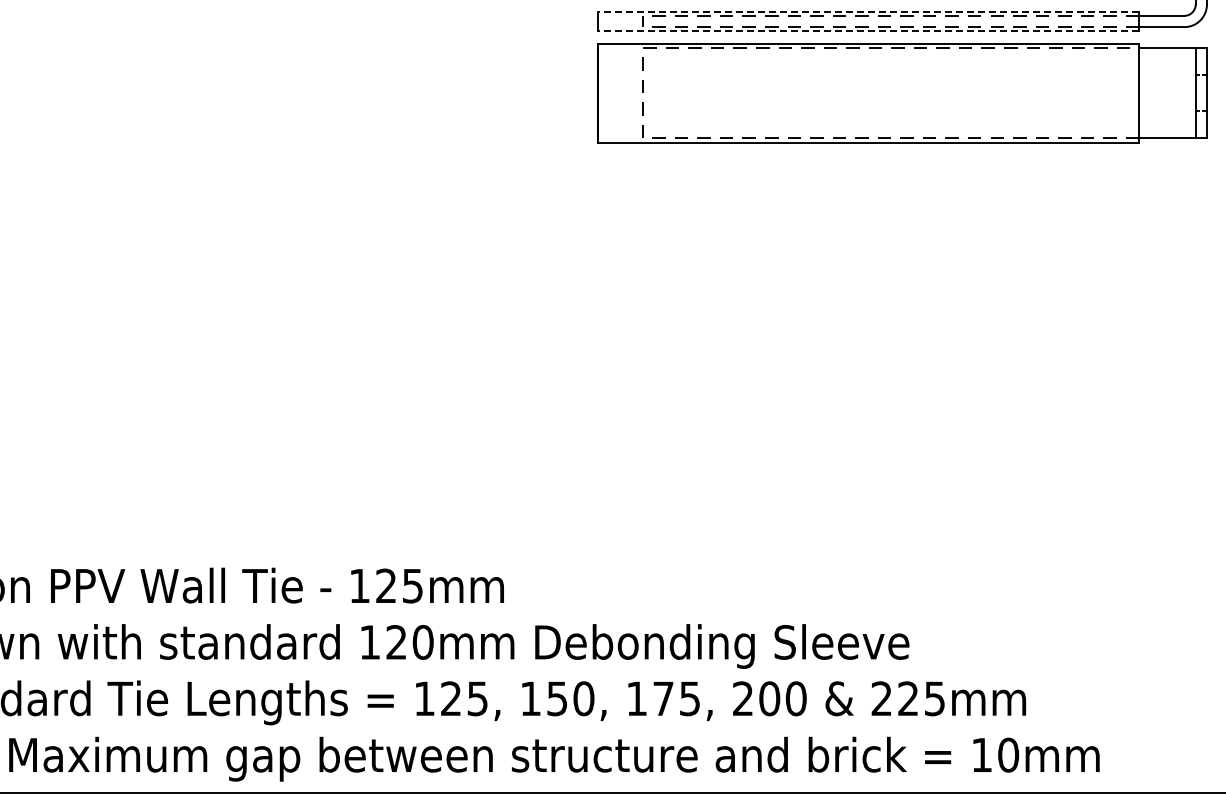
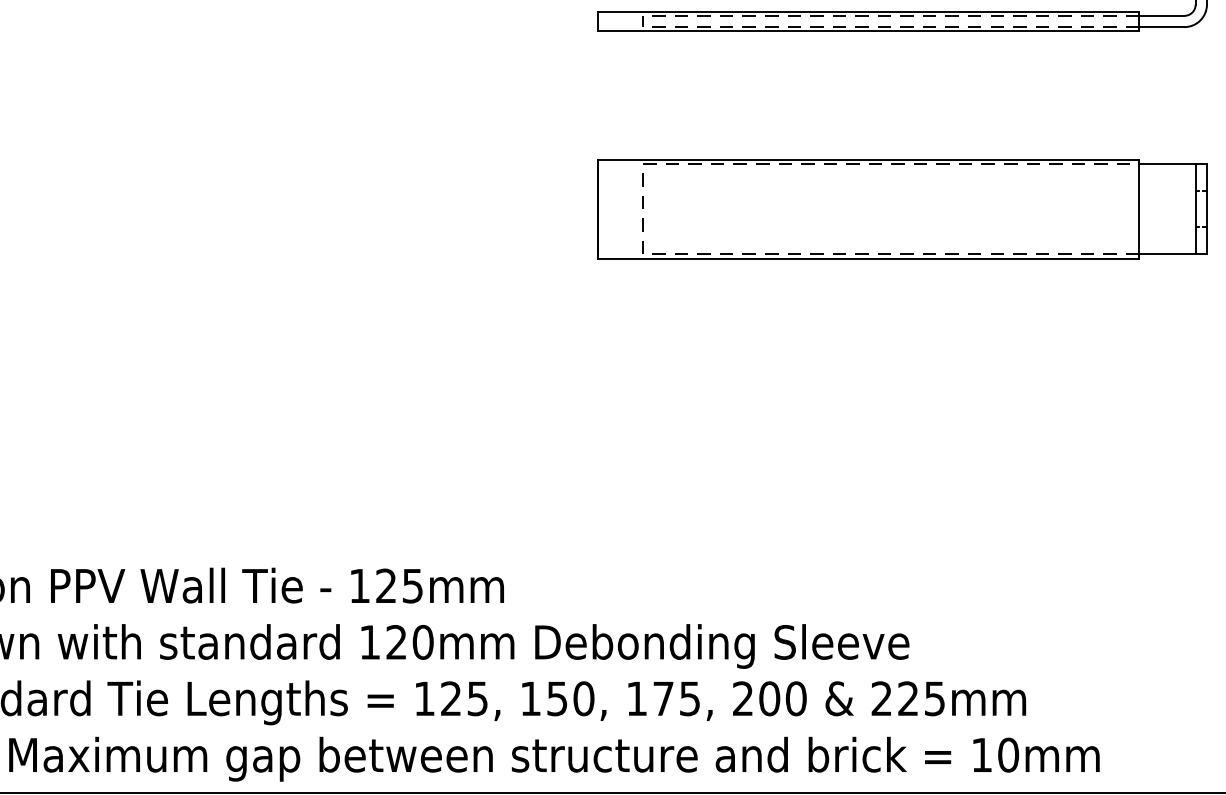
line at (868, 11): dashed -> solid
line at (868, 31): dashed -> solid
part at (902, 93) position: (902, 93) -> (902, 209)
